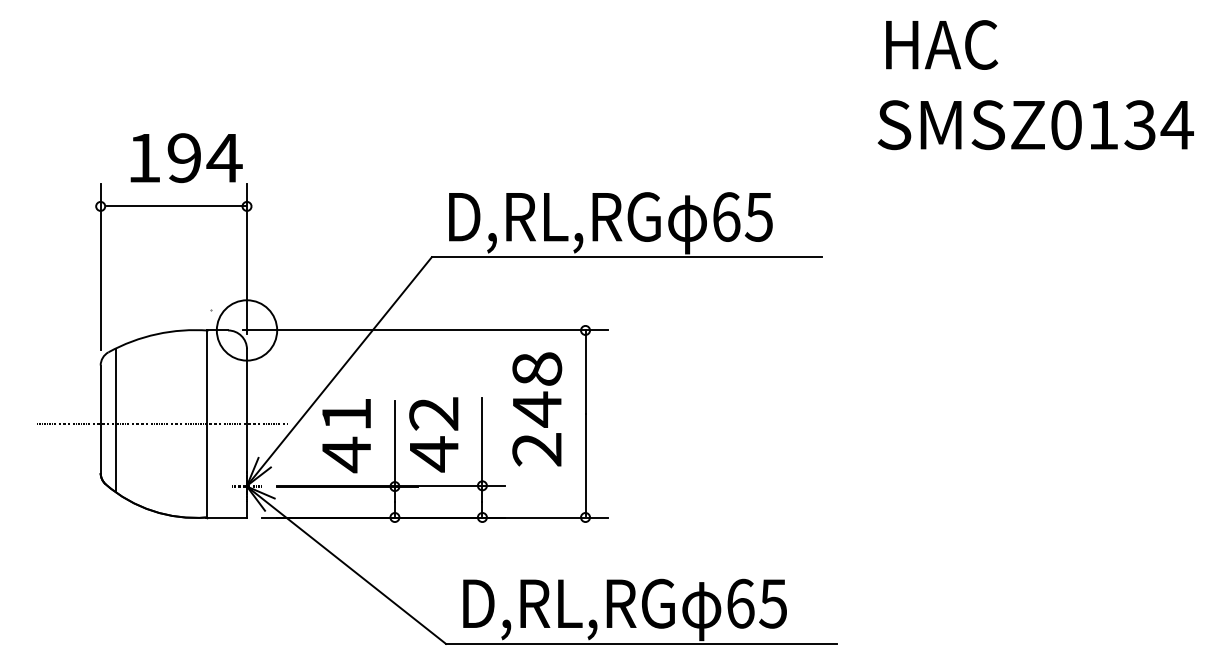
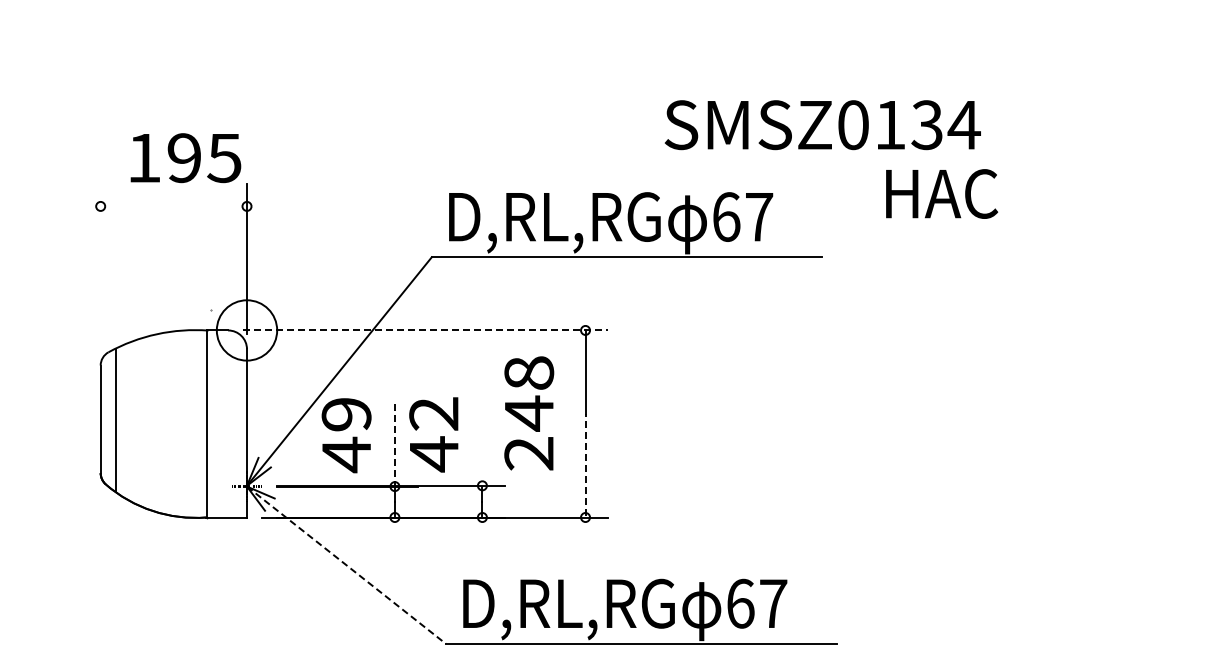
text at (942, 44) position: (942, 44) -> (942, 193)
text at (1035, 125) position: (1035, 125) -> (822, 125)
text at (224, 158): 194 -> 195
line at (175, 206): present -> none
text at (758, 217): 65 -> 67
line at (100, 266): present -> none
line at (426, 330): solid -> dashed
text at (537, 409) position: (537, 409) -> (529, 413)
text at (346, 414): 41 -> 49
line at (161, 423): present -> none
line at (482, 441): present -> none
line at (394, 444): solid -> dashed
line at (585, 464): solid -> dashed
line at (346, 565): solid -> dashed
text at (773, 603): 65 -> 67
